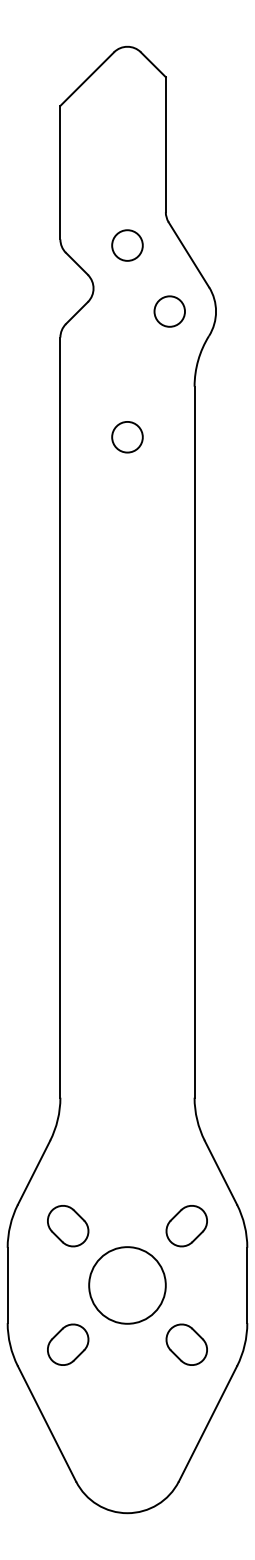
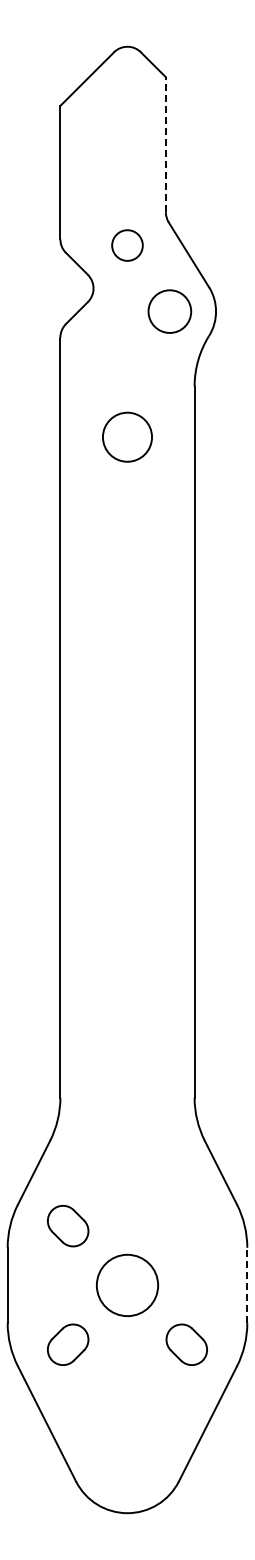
line at (165, 144): solid -> dashed
circle at (169, 311) size: 33x33 px -> 46x45 px
circle at (127, 436) diameter: 31 px -> 49 px
part at (186, 1226): present -> none
circle at (127, 1285) diameter: 77 px -> 61 px
line at (247, 1285): solid -> dashed
